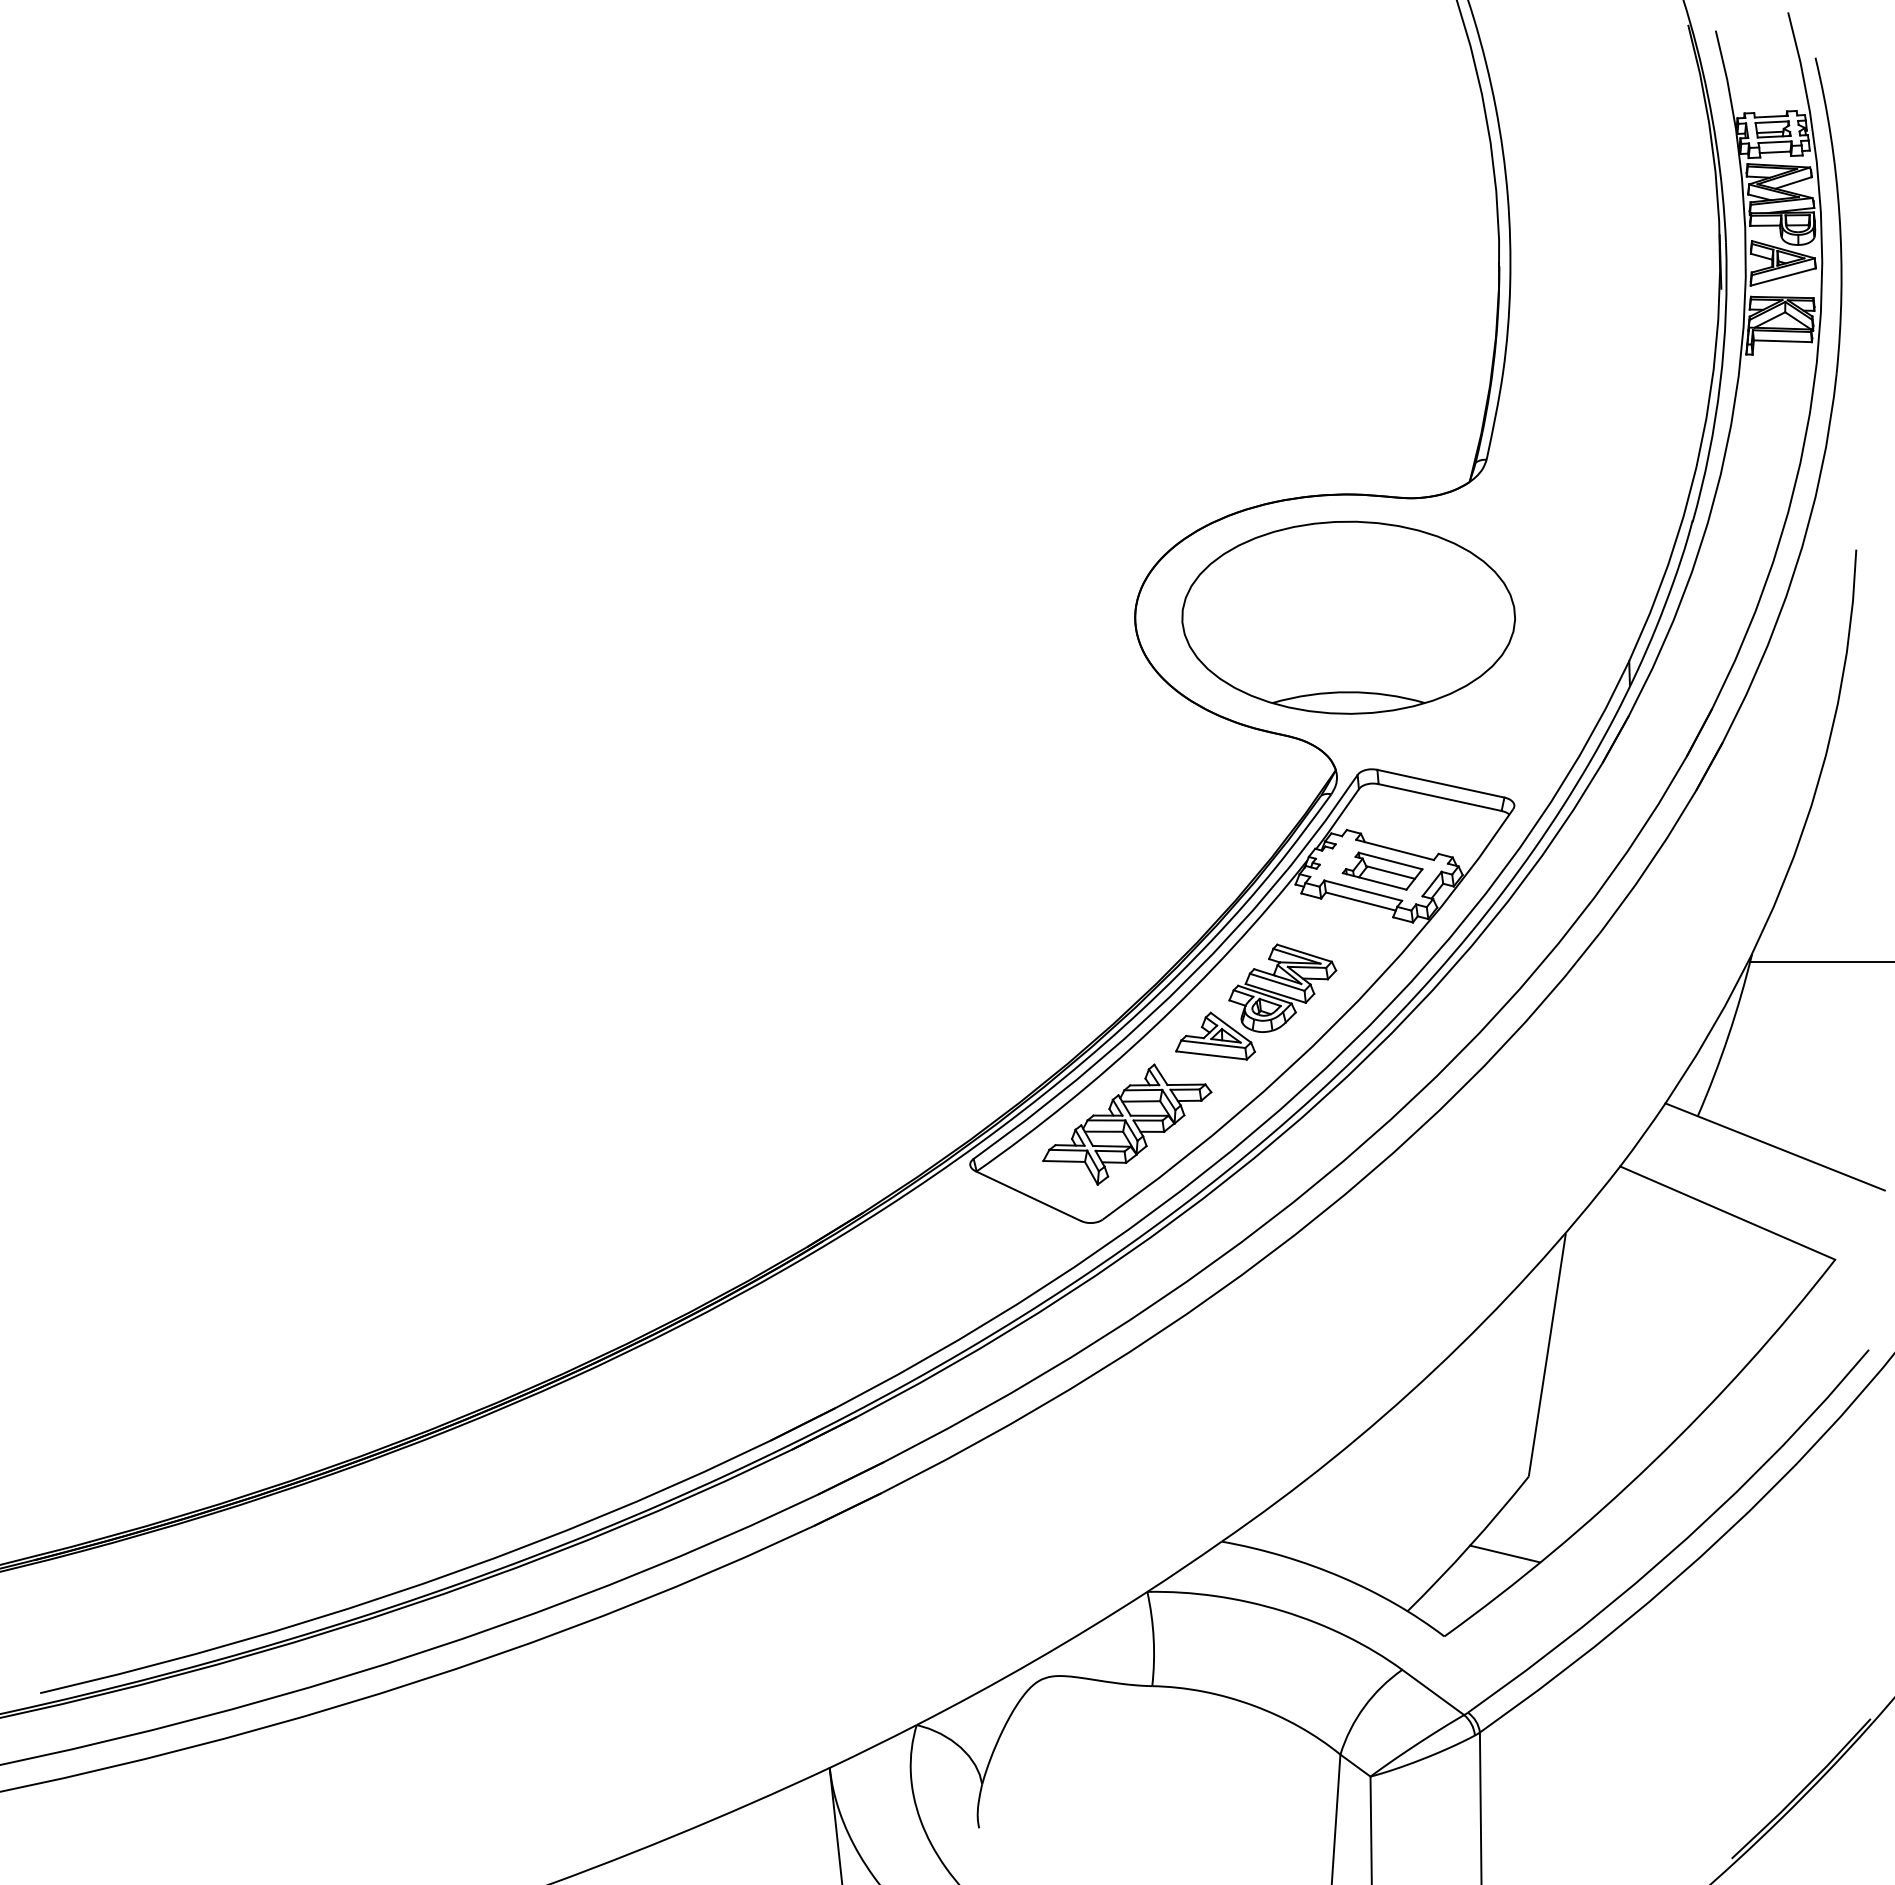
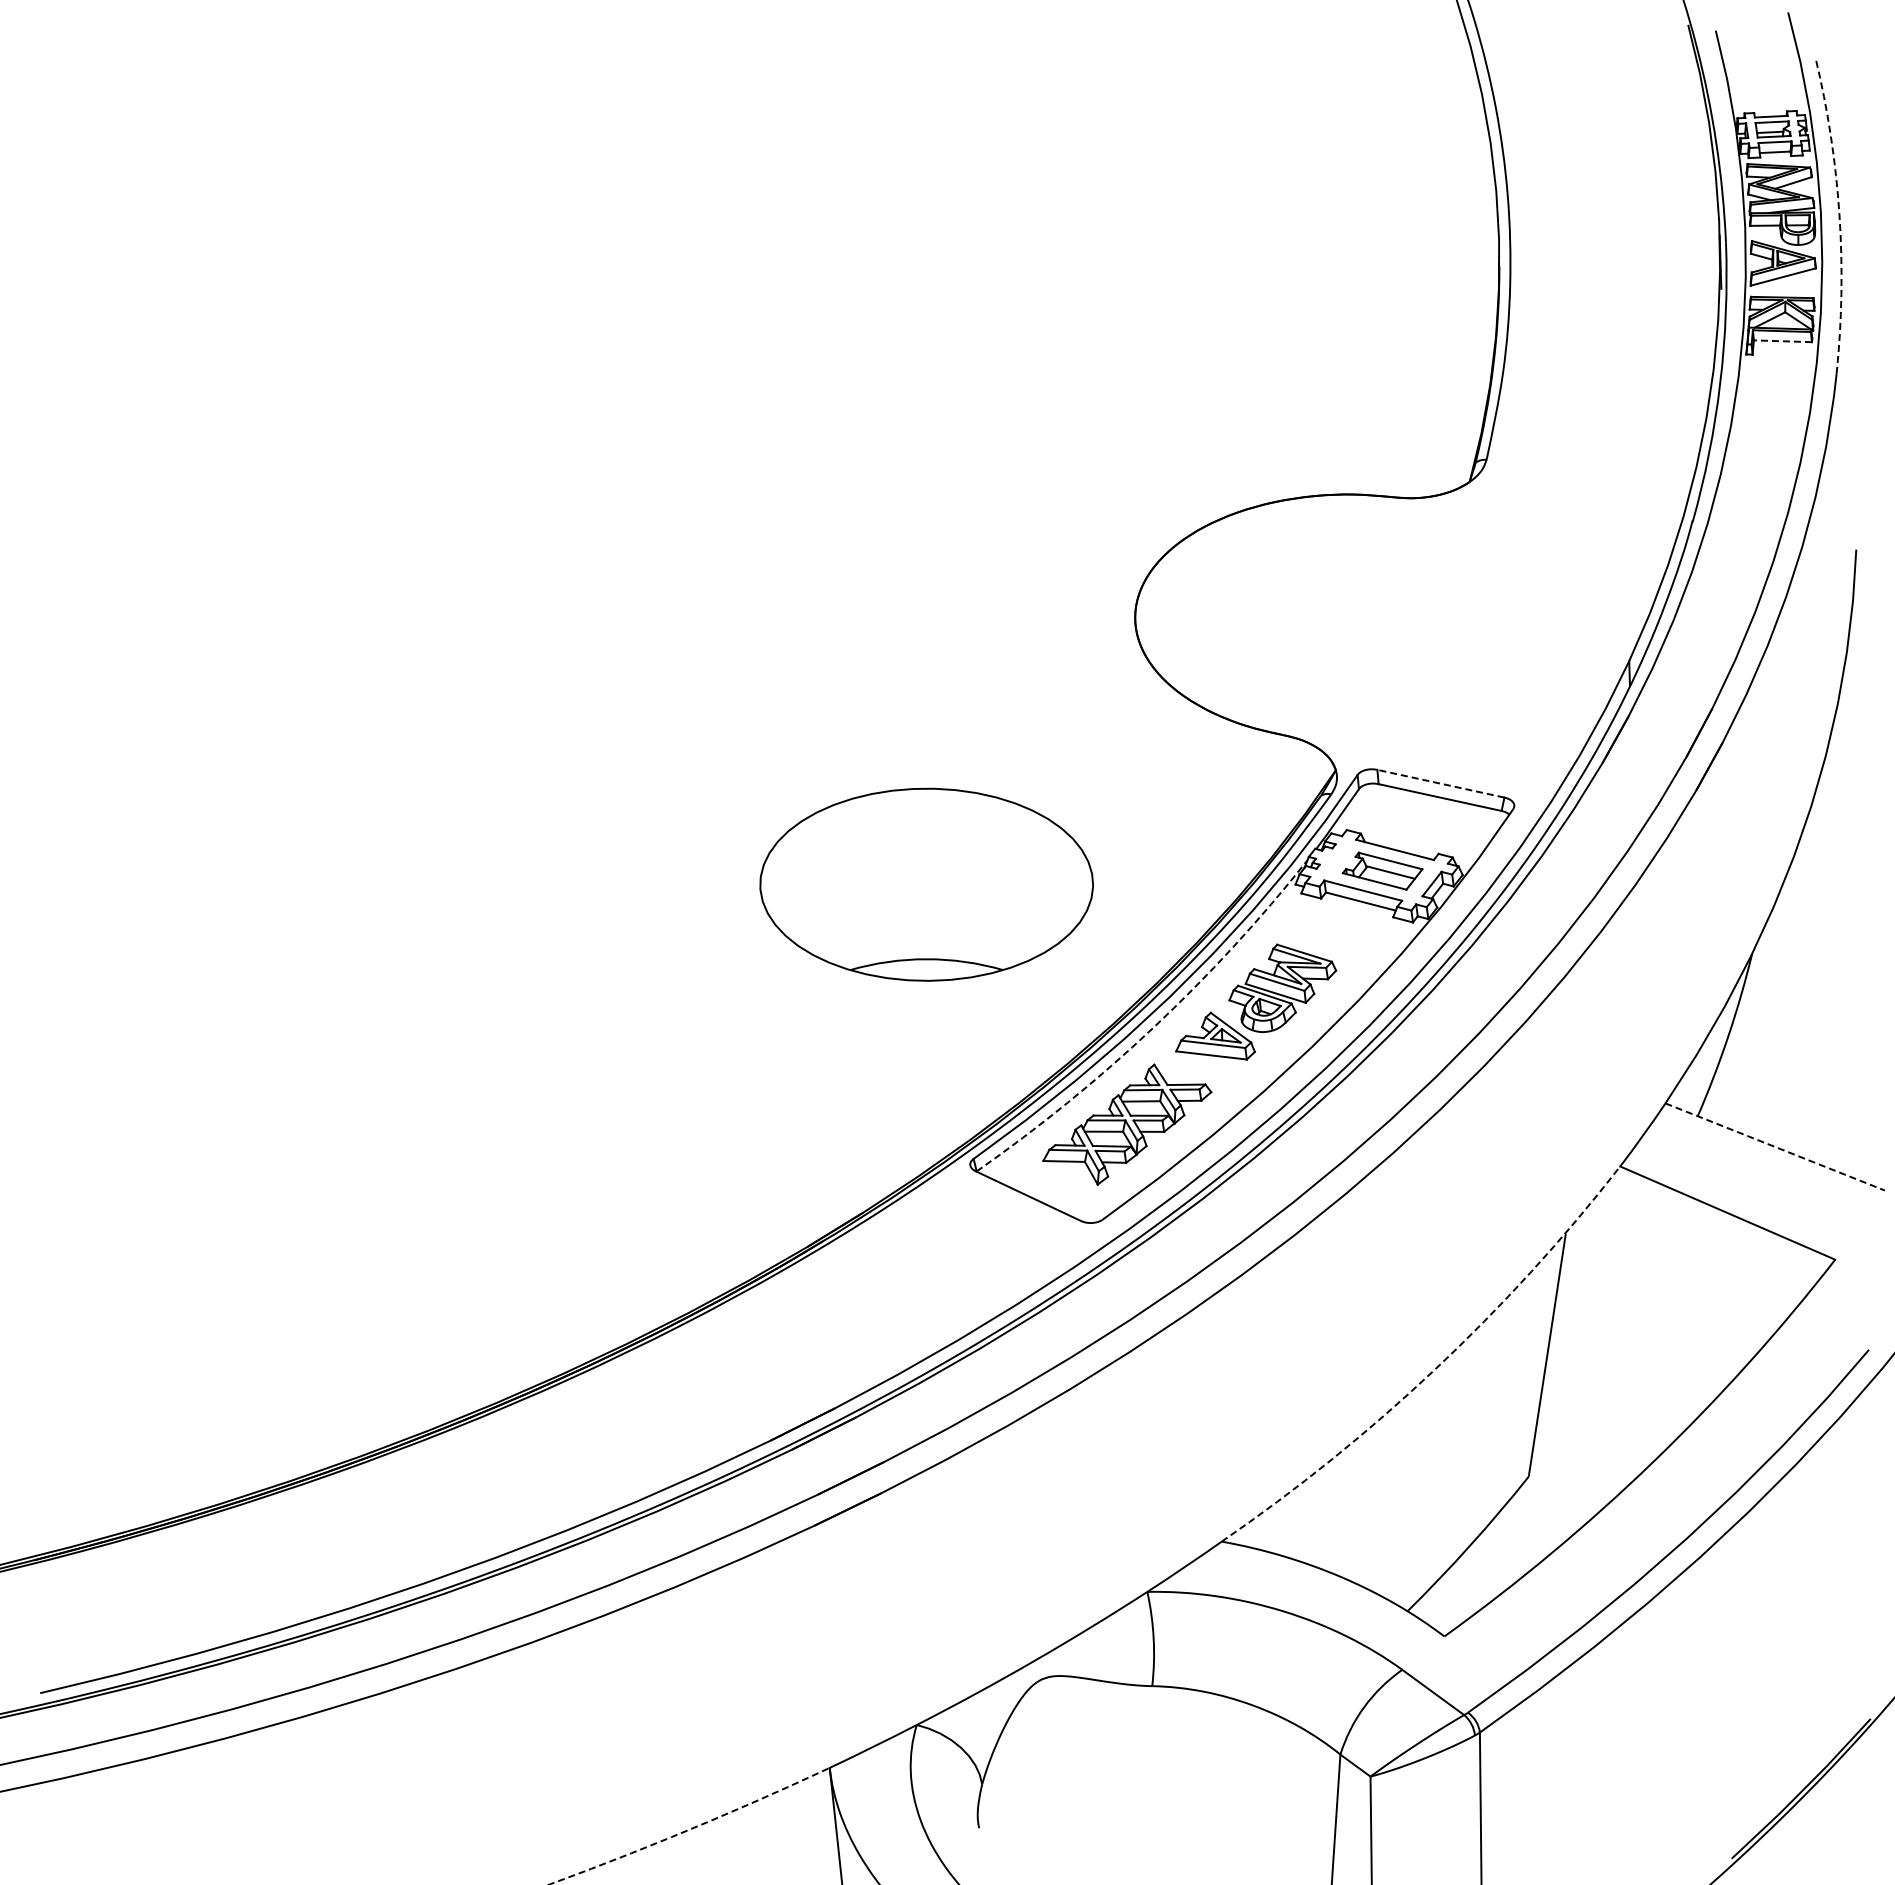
arc at (1839, 214): solid -> dashed
line at (1782, 341): solid -> dashed
part at (1348, 617) position: (1348, 617) -> (926, 884)
line at (1440, 783): solid -> dashed
line at (1820, 961): present -> none
arc at (1153, 1027): solid -> dashed
line at (1775, 1147): solid -> dashed
arc at (1435, 1369): solid -> dashed
line at (1504, 1553): present -> none
arc at (689, 1829): solid -> dashed
